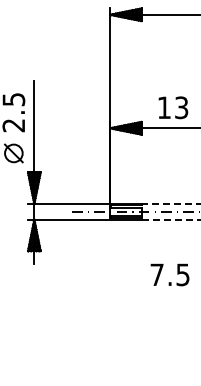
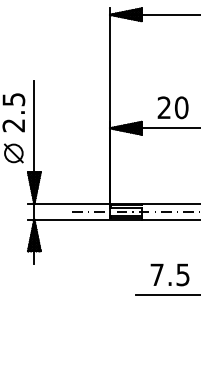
text at (172, 107): 13 -> 20
line at (170, 203): dashed -> solid
line at (171, 219): dashed -> solid
line at (166, 295): none -> present
